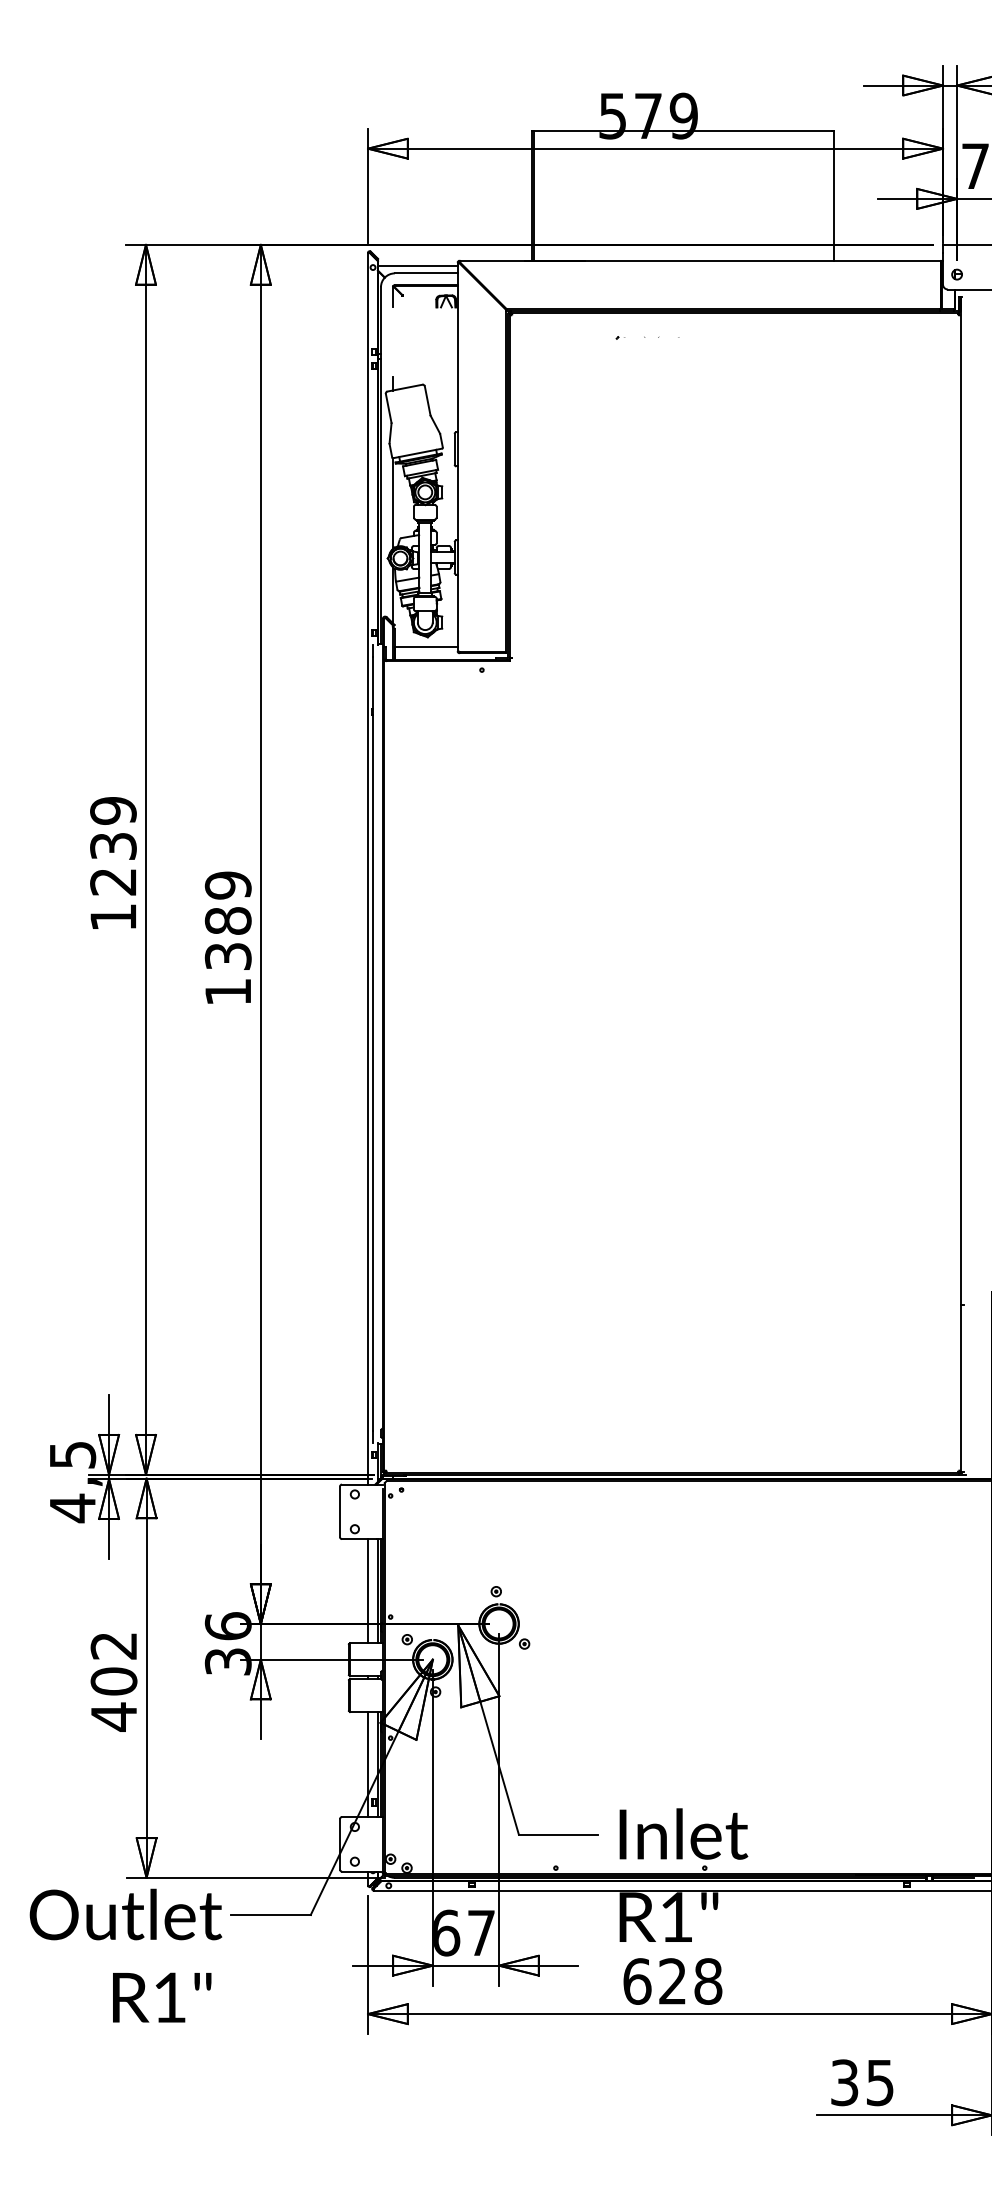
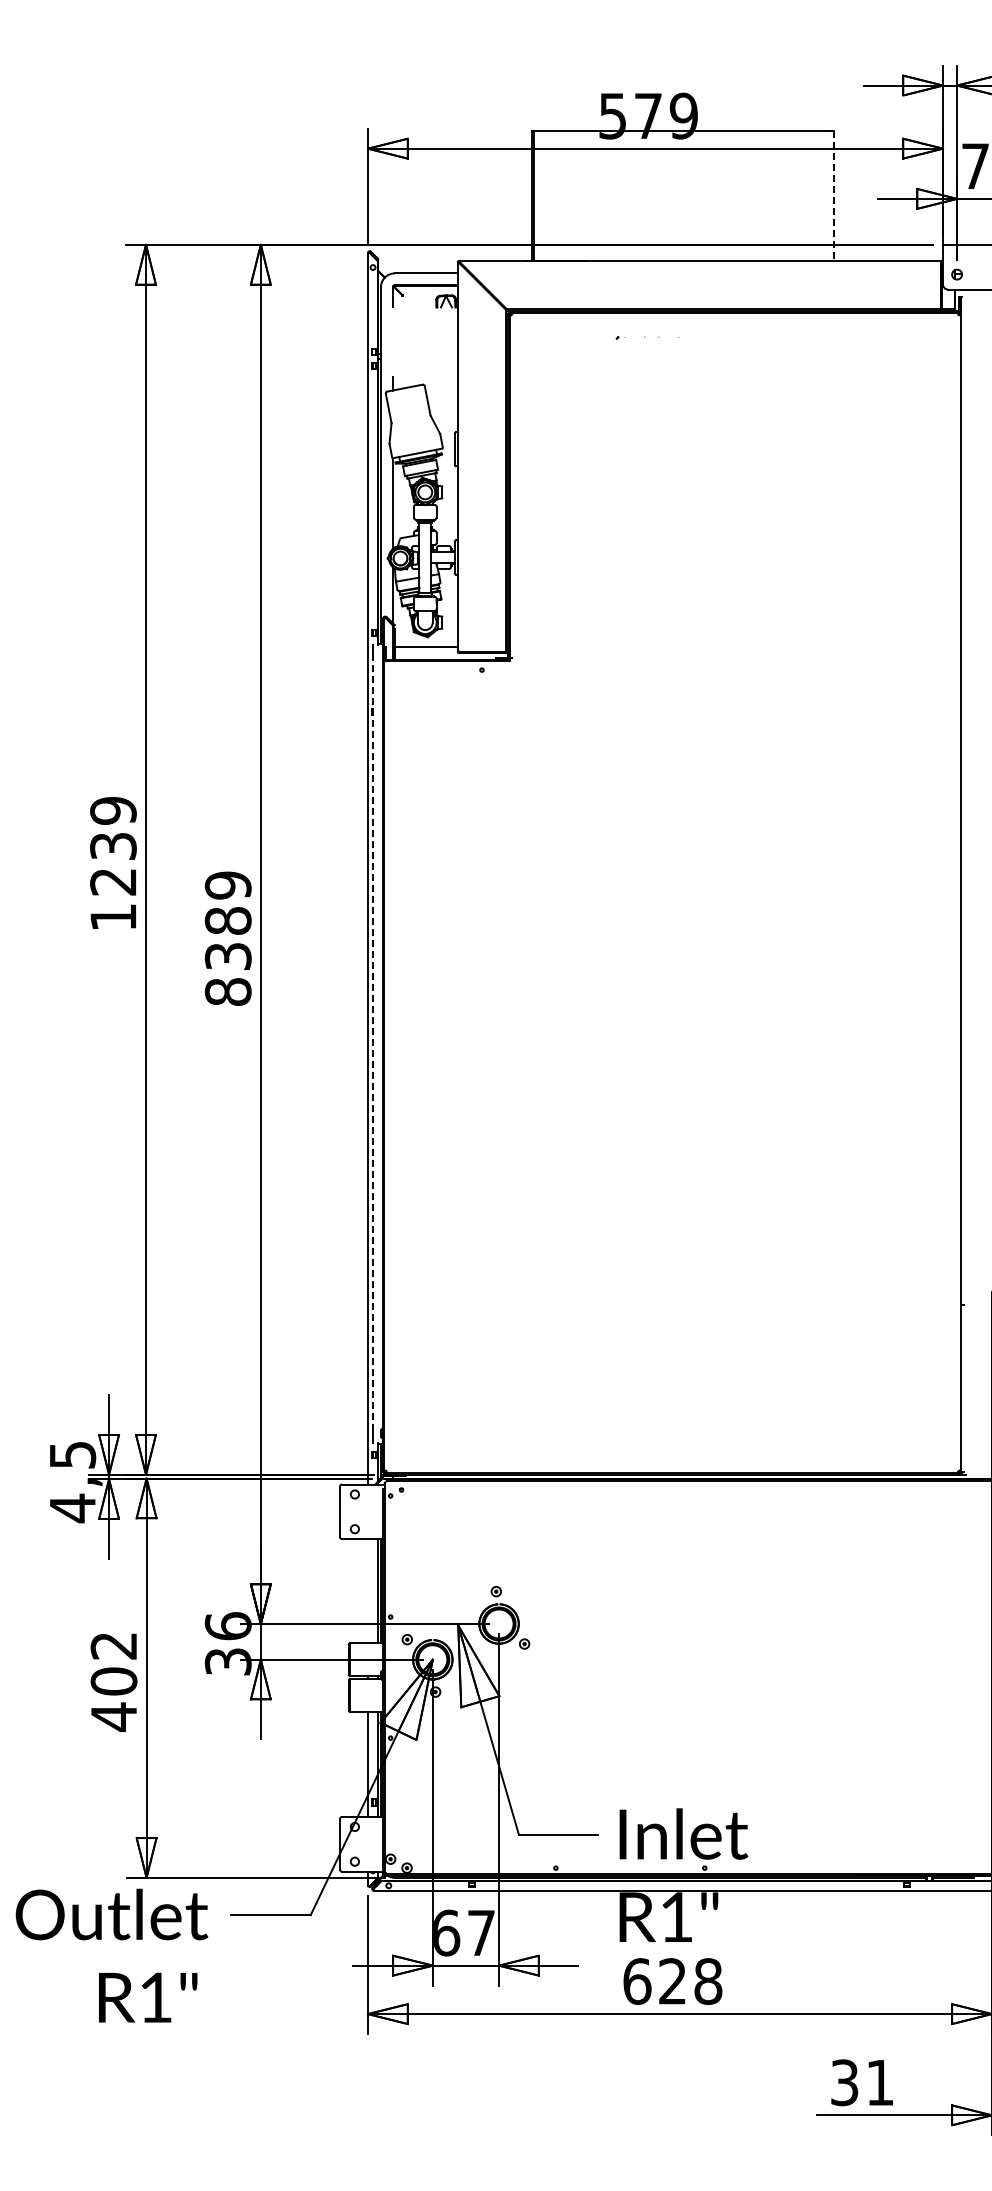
line at (834, 195): solid -> dashed
line at (417, 265): present -> none
text at (227, 991): 1389 -> 8389
line at (372, 1043): solid -> dashed
line at (368, 1591): present -> none
text at (125, 1955) position: (125, 1955) -> (111, 1955)
text at (880, 2083): 35 -> 31
